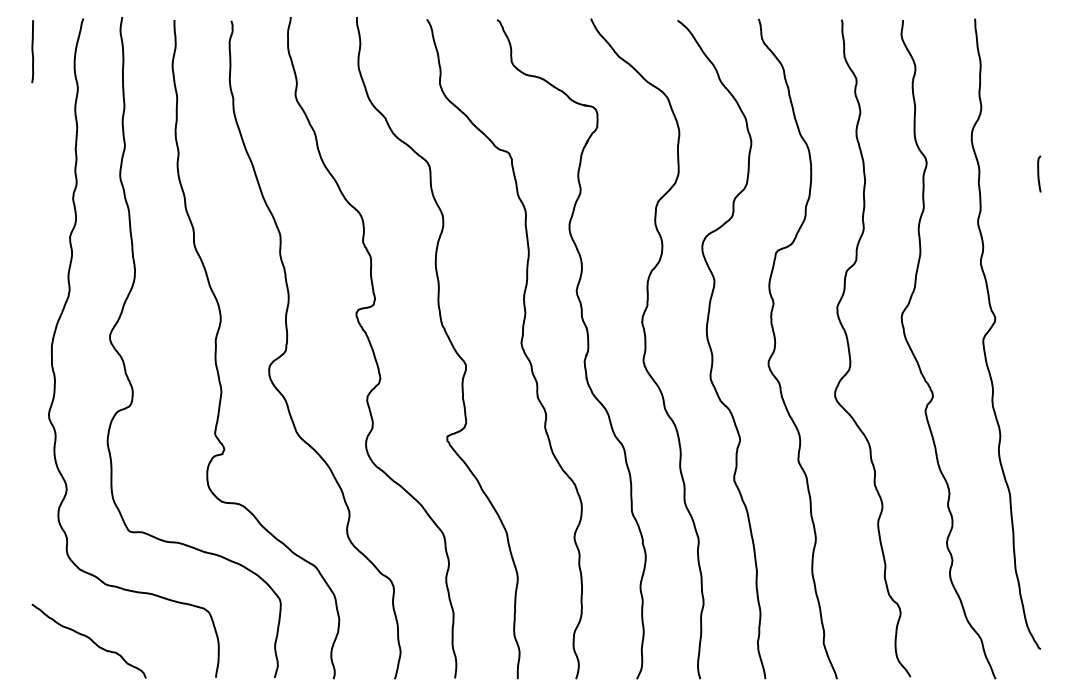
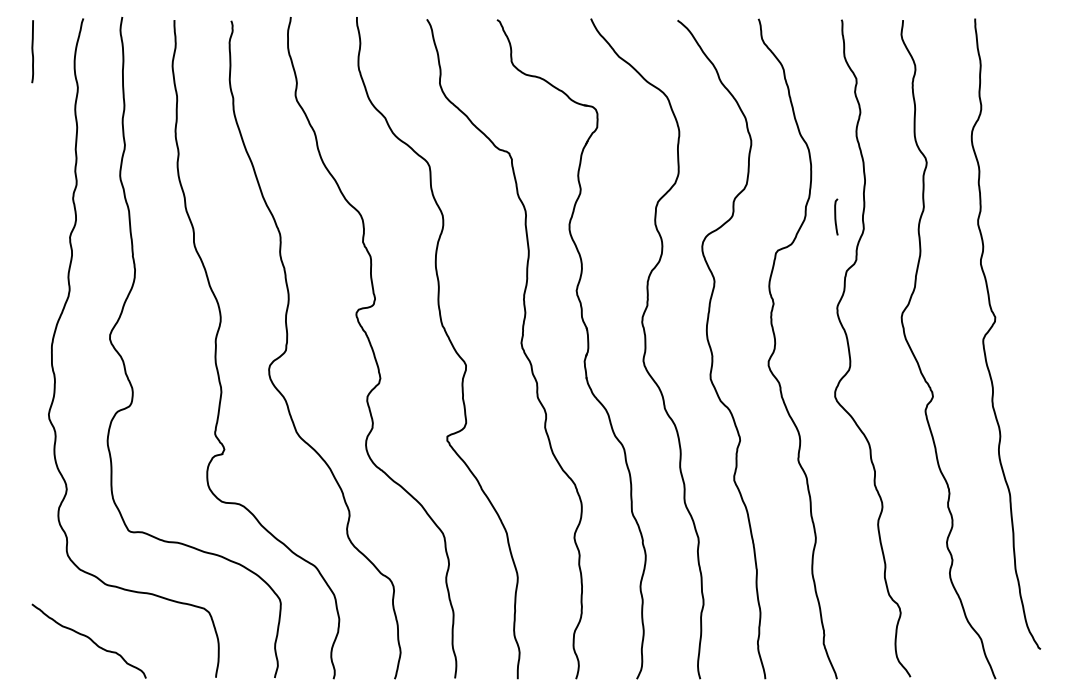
curve at (1039, 173) position: (1039, 173) -> (836, 216)
